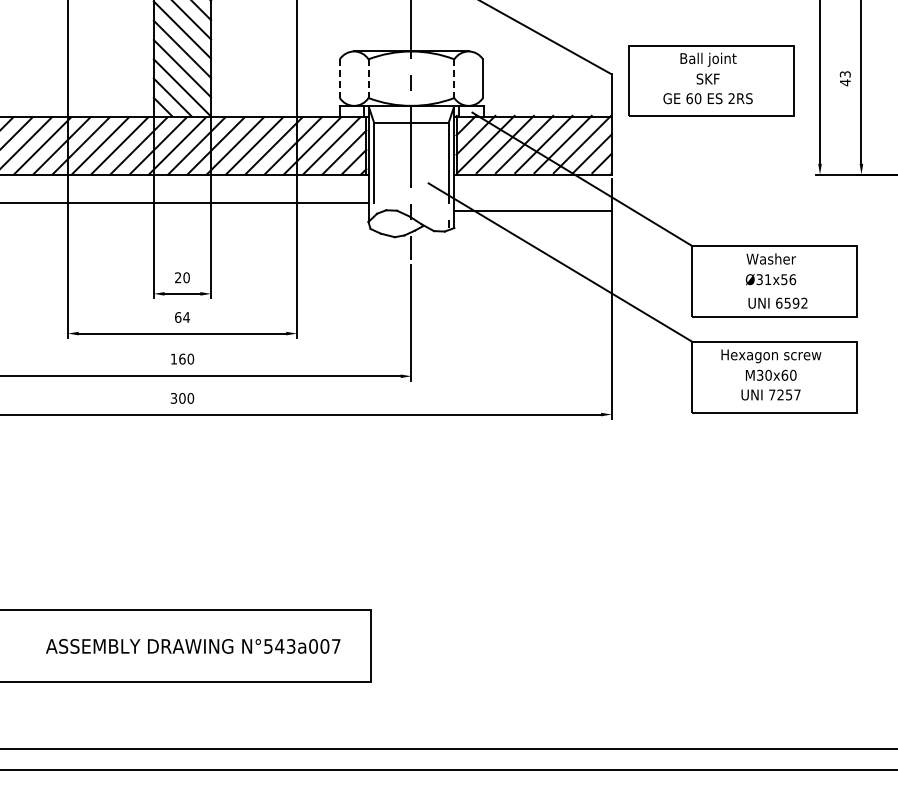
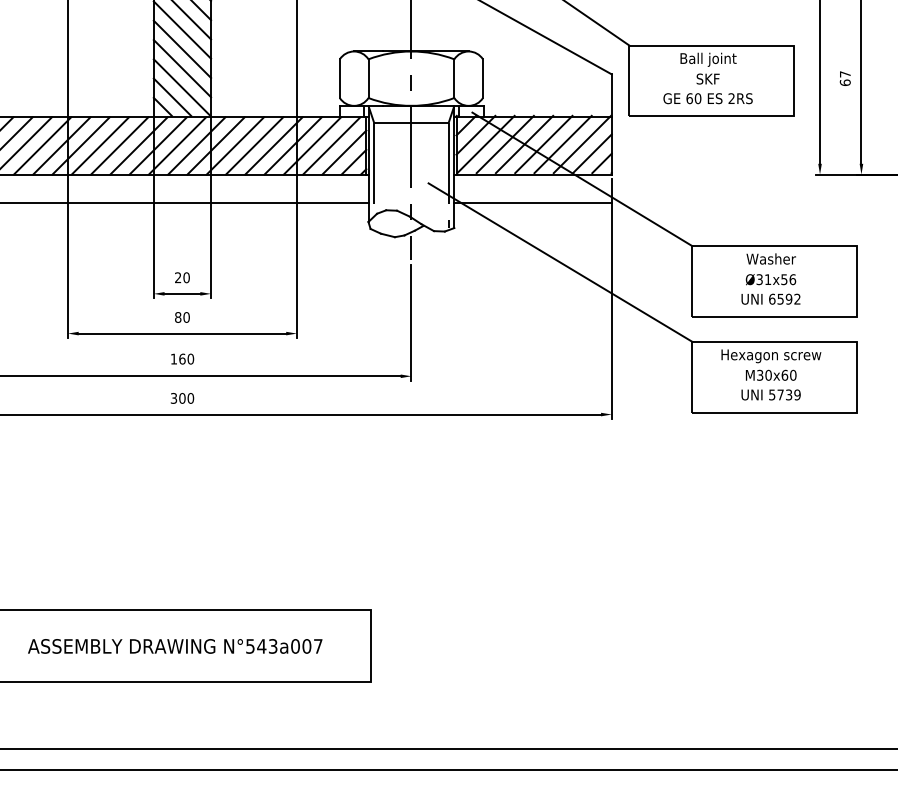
line at (597, 23): none -> present
text at (844, 78): 43 -> 67
line at (339, 79): dashed -> solid
line at (368, 79): dashed -> solid
line at (454, 79): dashed -> solid
line at (532, 211) position: (532, 211) -> (532, 203)
text at (777, 302) position: (777, 302) -> (770, 298)
text at (182, 317): 64 -> 80
text at (784, 394): 7257 -> 5739
text at (193, 646) position: (193, 646) -> (175, 646)
